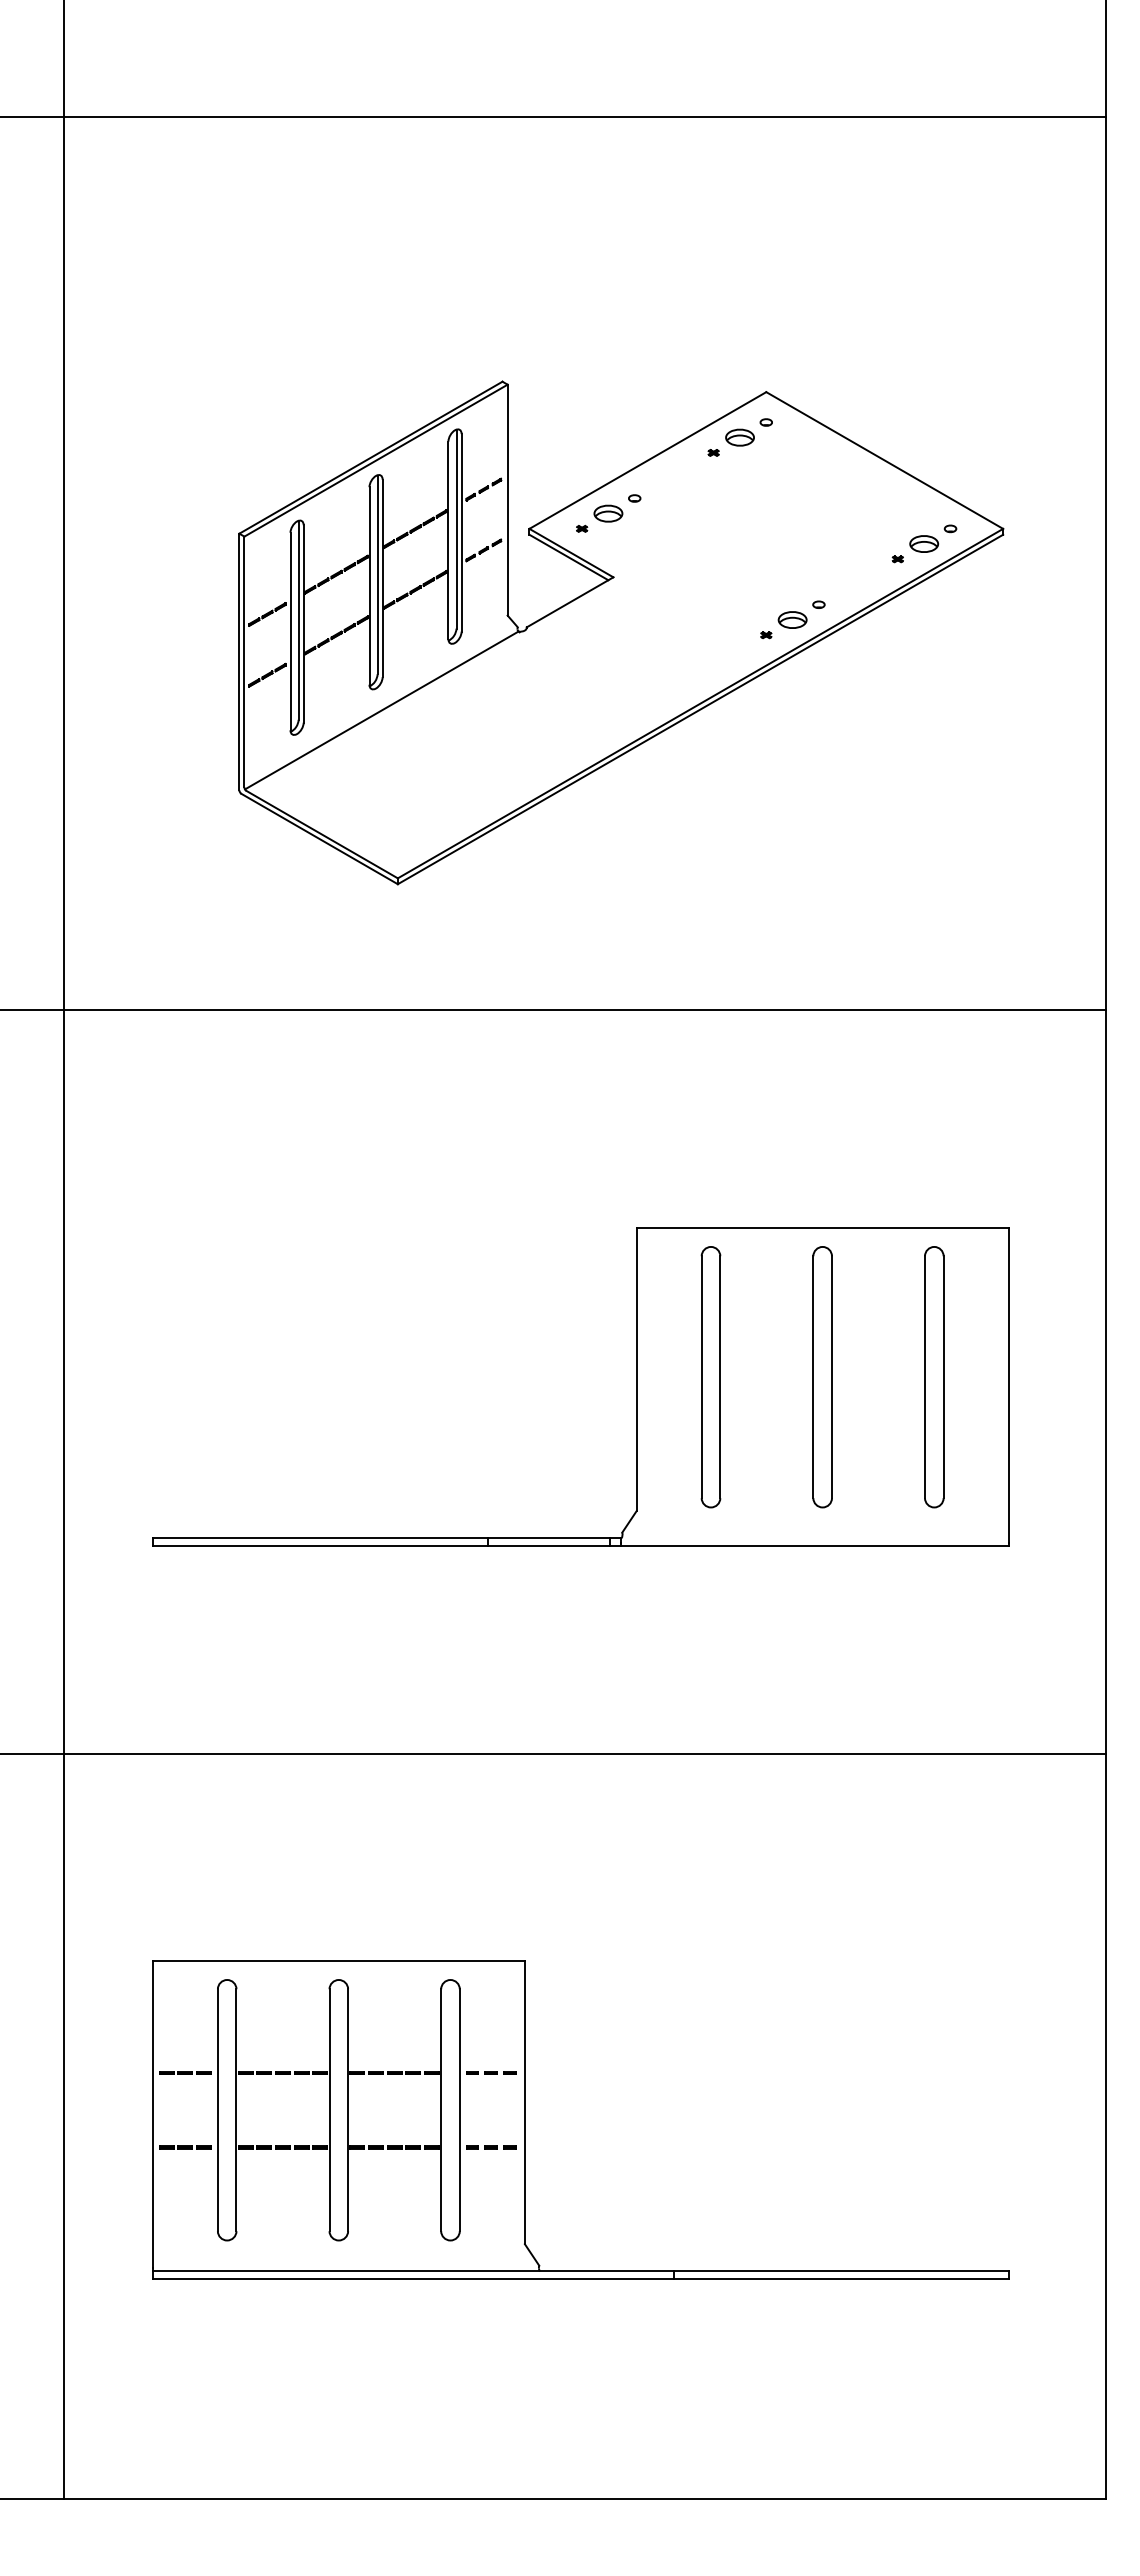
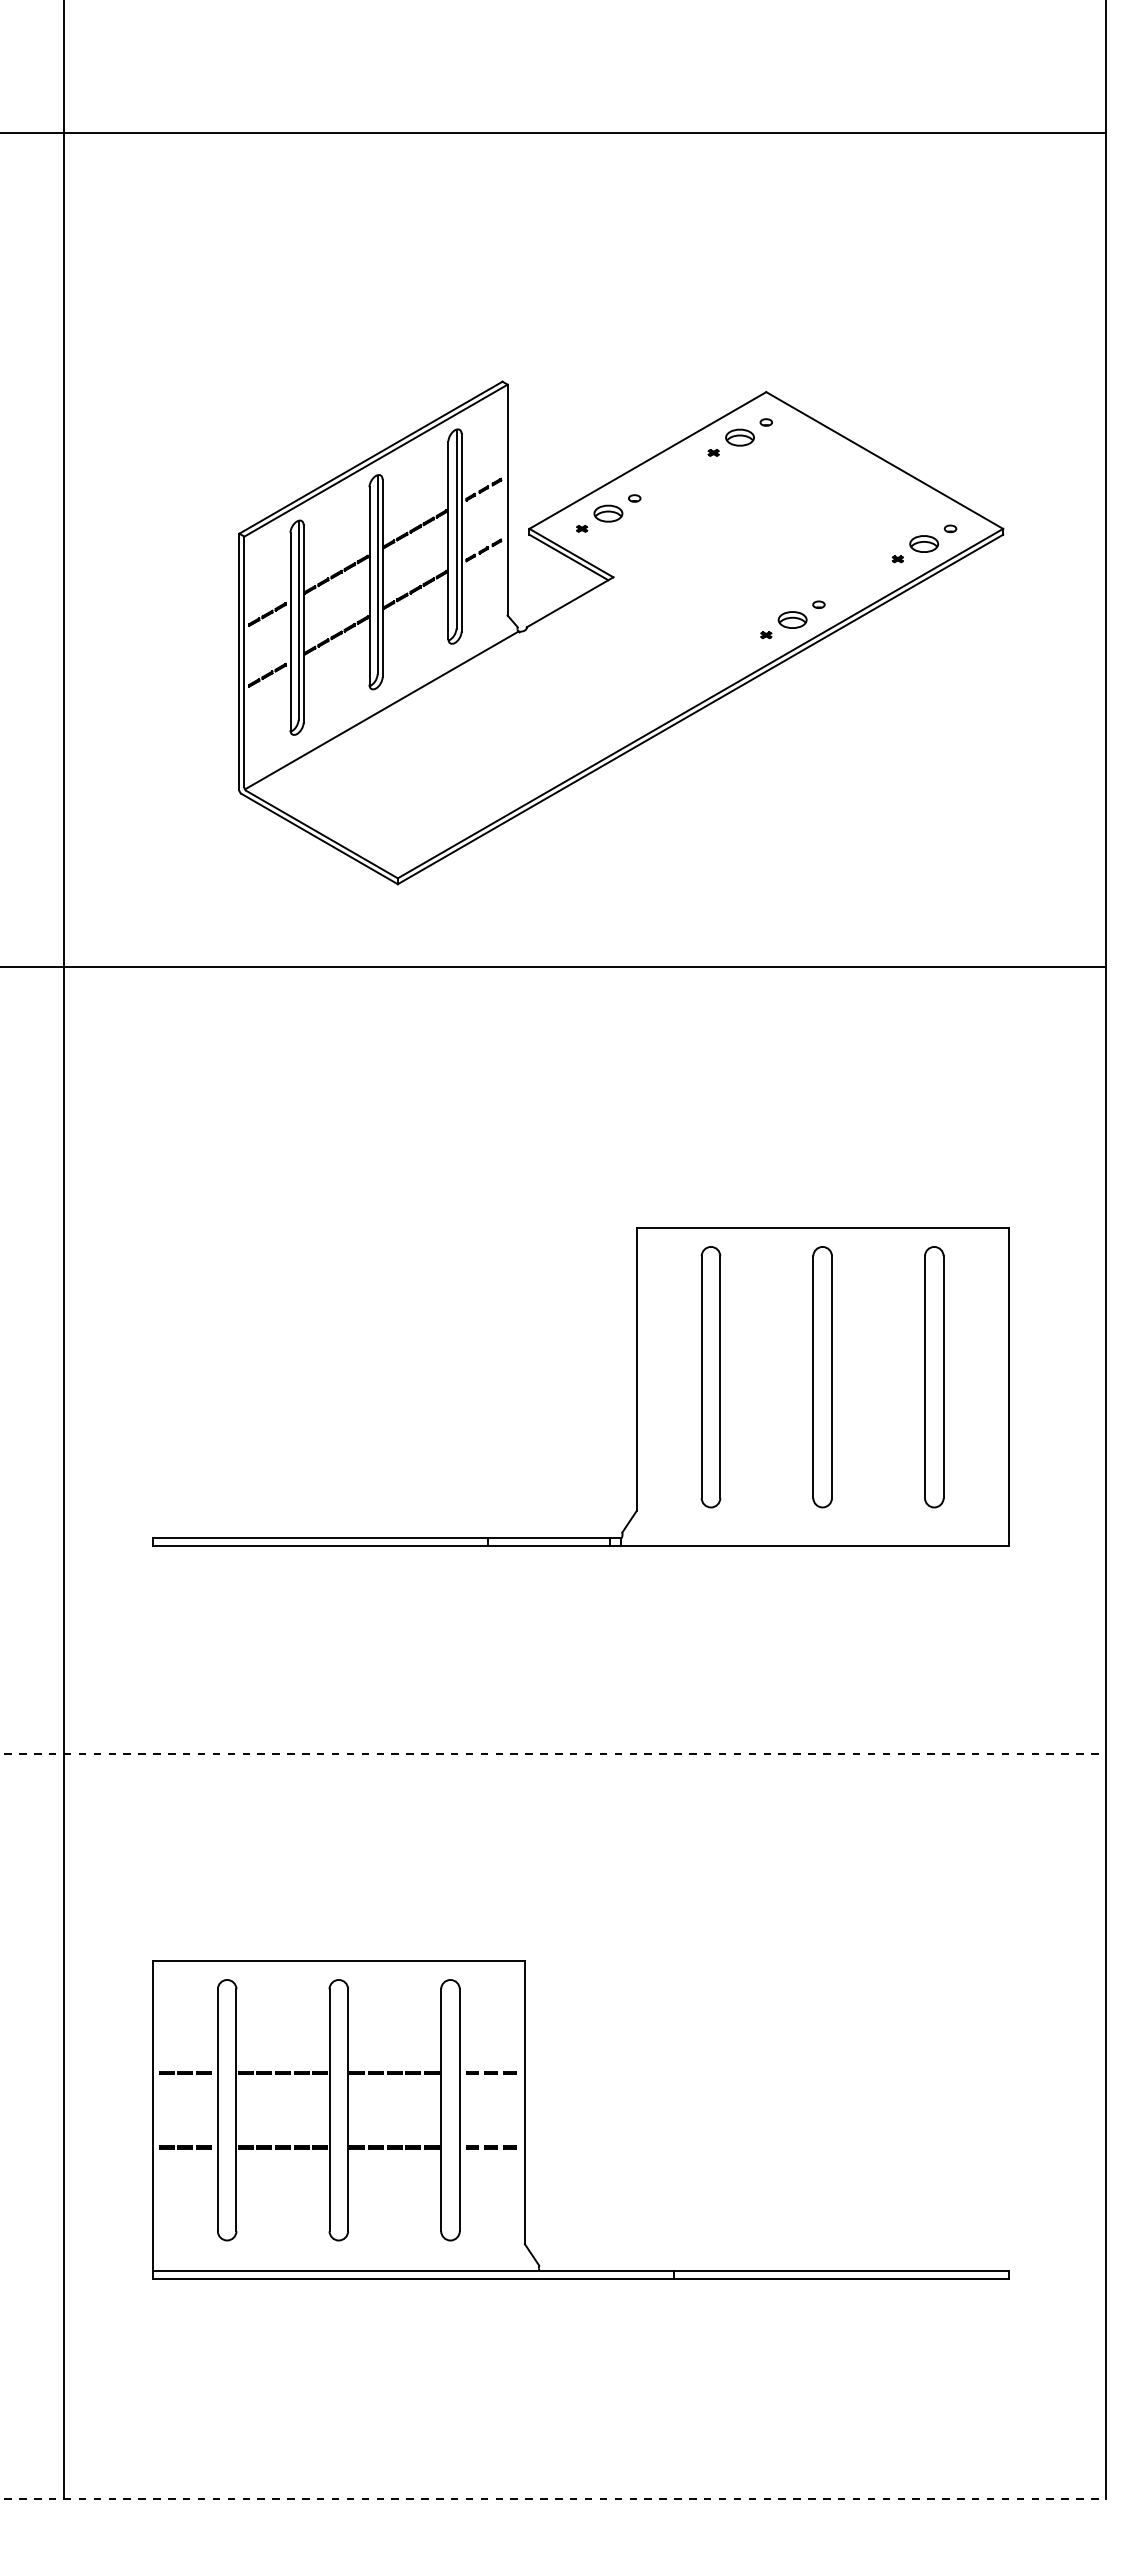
line at (553, 116) position: (553, 116) -> (553, 132)
line at (553, 1010) position: (553, 1010) -> (553, 967)
line at (553, 1754): solid -> dashed
line at (553, 2498): solid -> dashed
